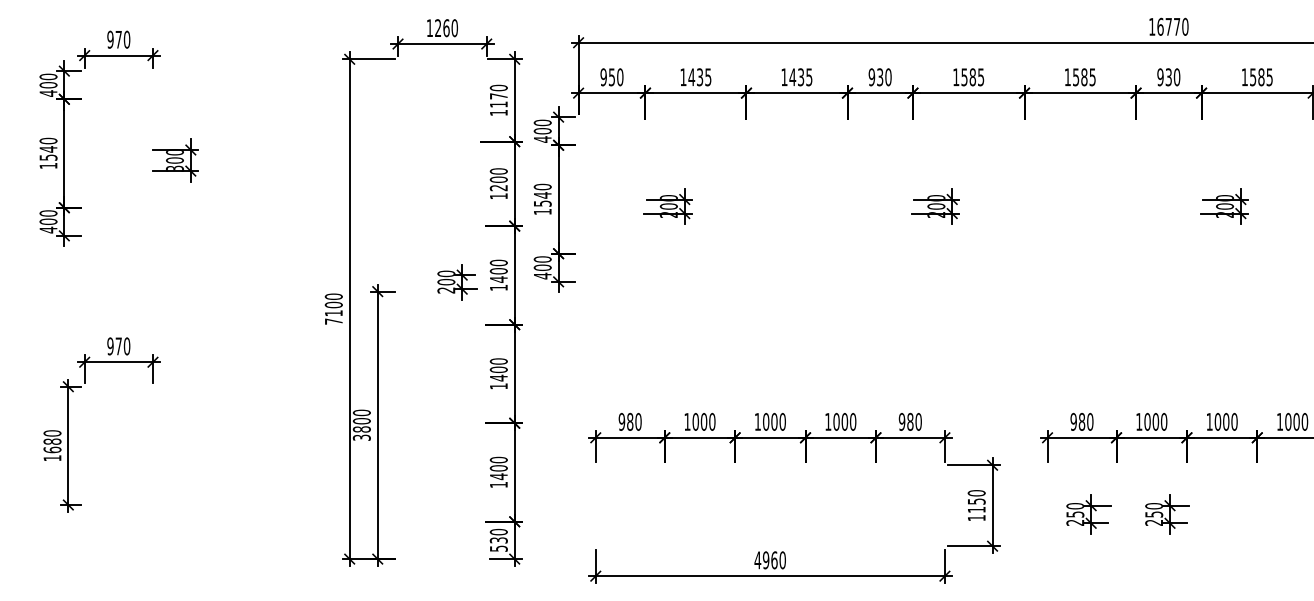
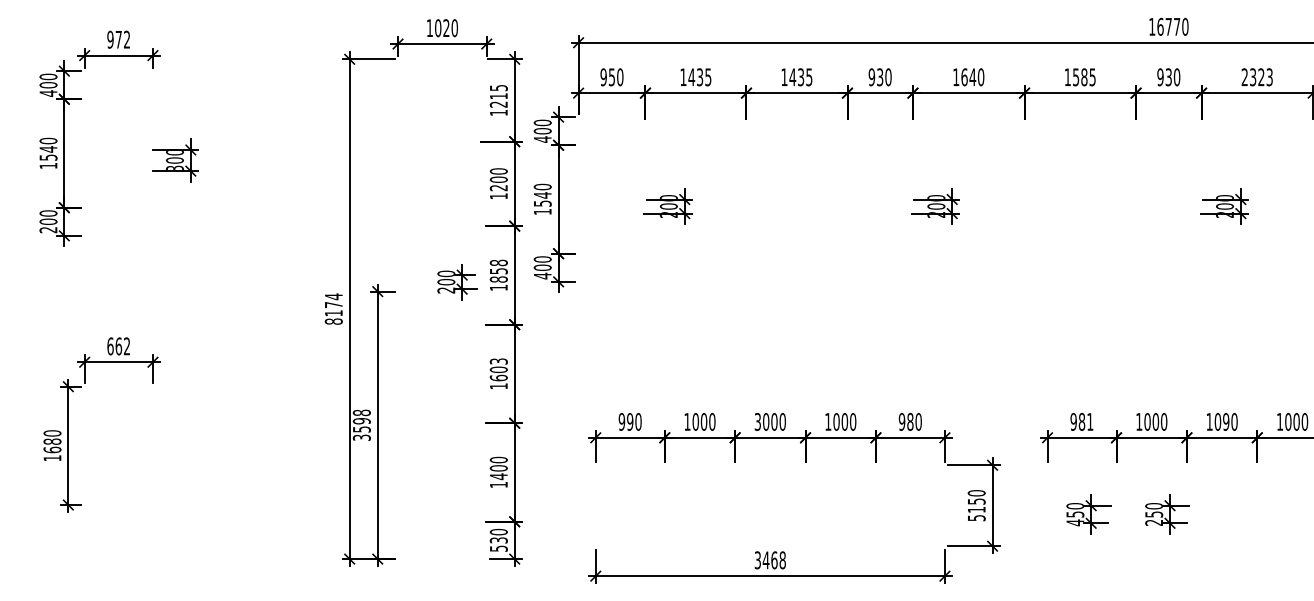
text at (442, 28): 1260 -> 1020
text at (126, 39): 970 -> 972
text at (972, 77): 1585 -> 1640
text at (1256, 77): 1585 -> 2323
text at (498, 95): 1170 -> 1215
text at (48, 229): 400 -> 200
text at (498, 270): 1400 -> 1858
text at (333, 308): 7100 -> 8174
text at (118, 346): 970 -> 662
text at (498, 369): 1400 -> 1603
text at (361, 420): 3800 -> 3598
text at (630, 421): 980 -> 990
text at (757, 421): 1000 -> 3000
text at (1090, 421): 980 -> 981
text at (1226, 421): 1000 -> 1090
text at (976, 518): 1150 -> 5150
text at (1075, 522): 250 -> 450
text at (769, 560): 4960 -> 3468
